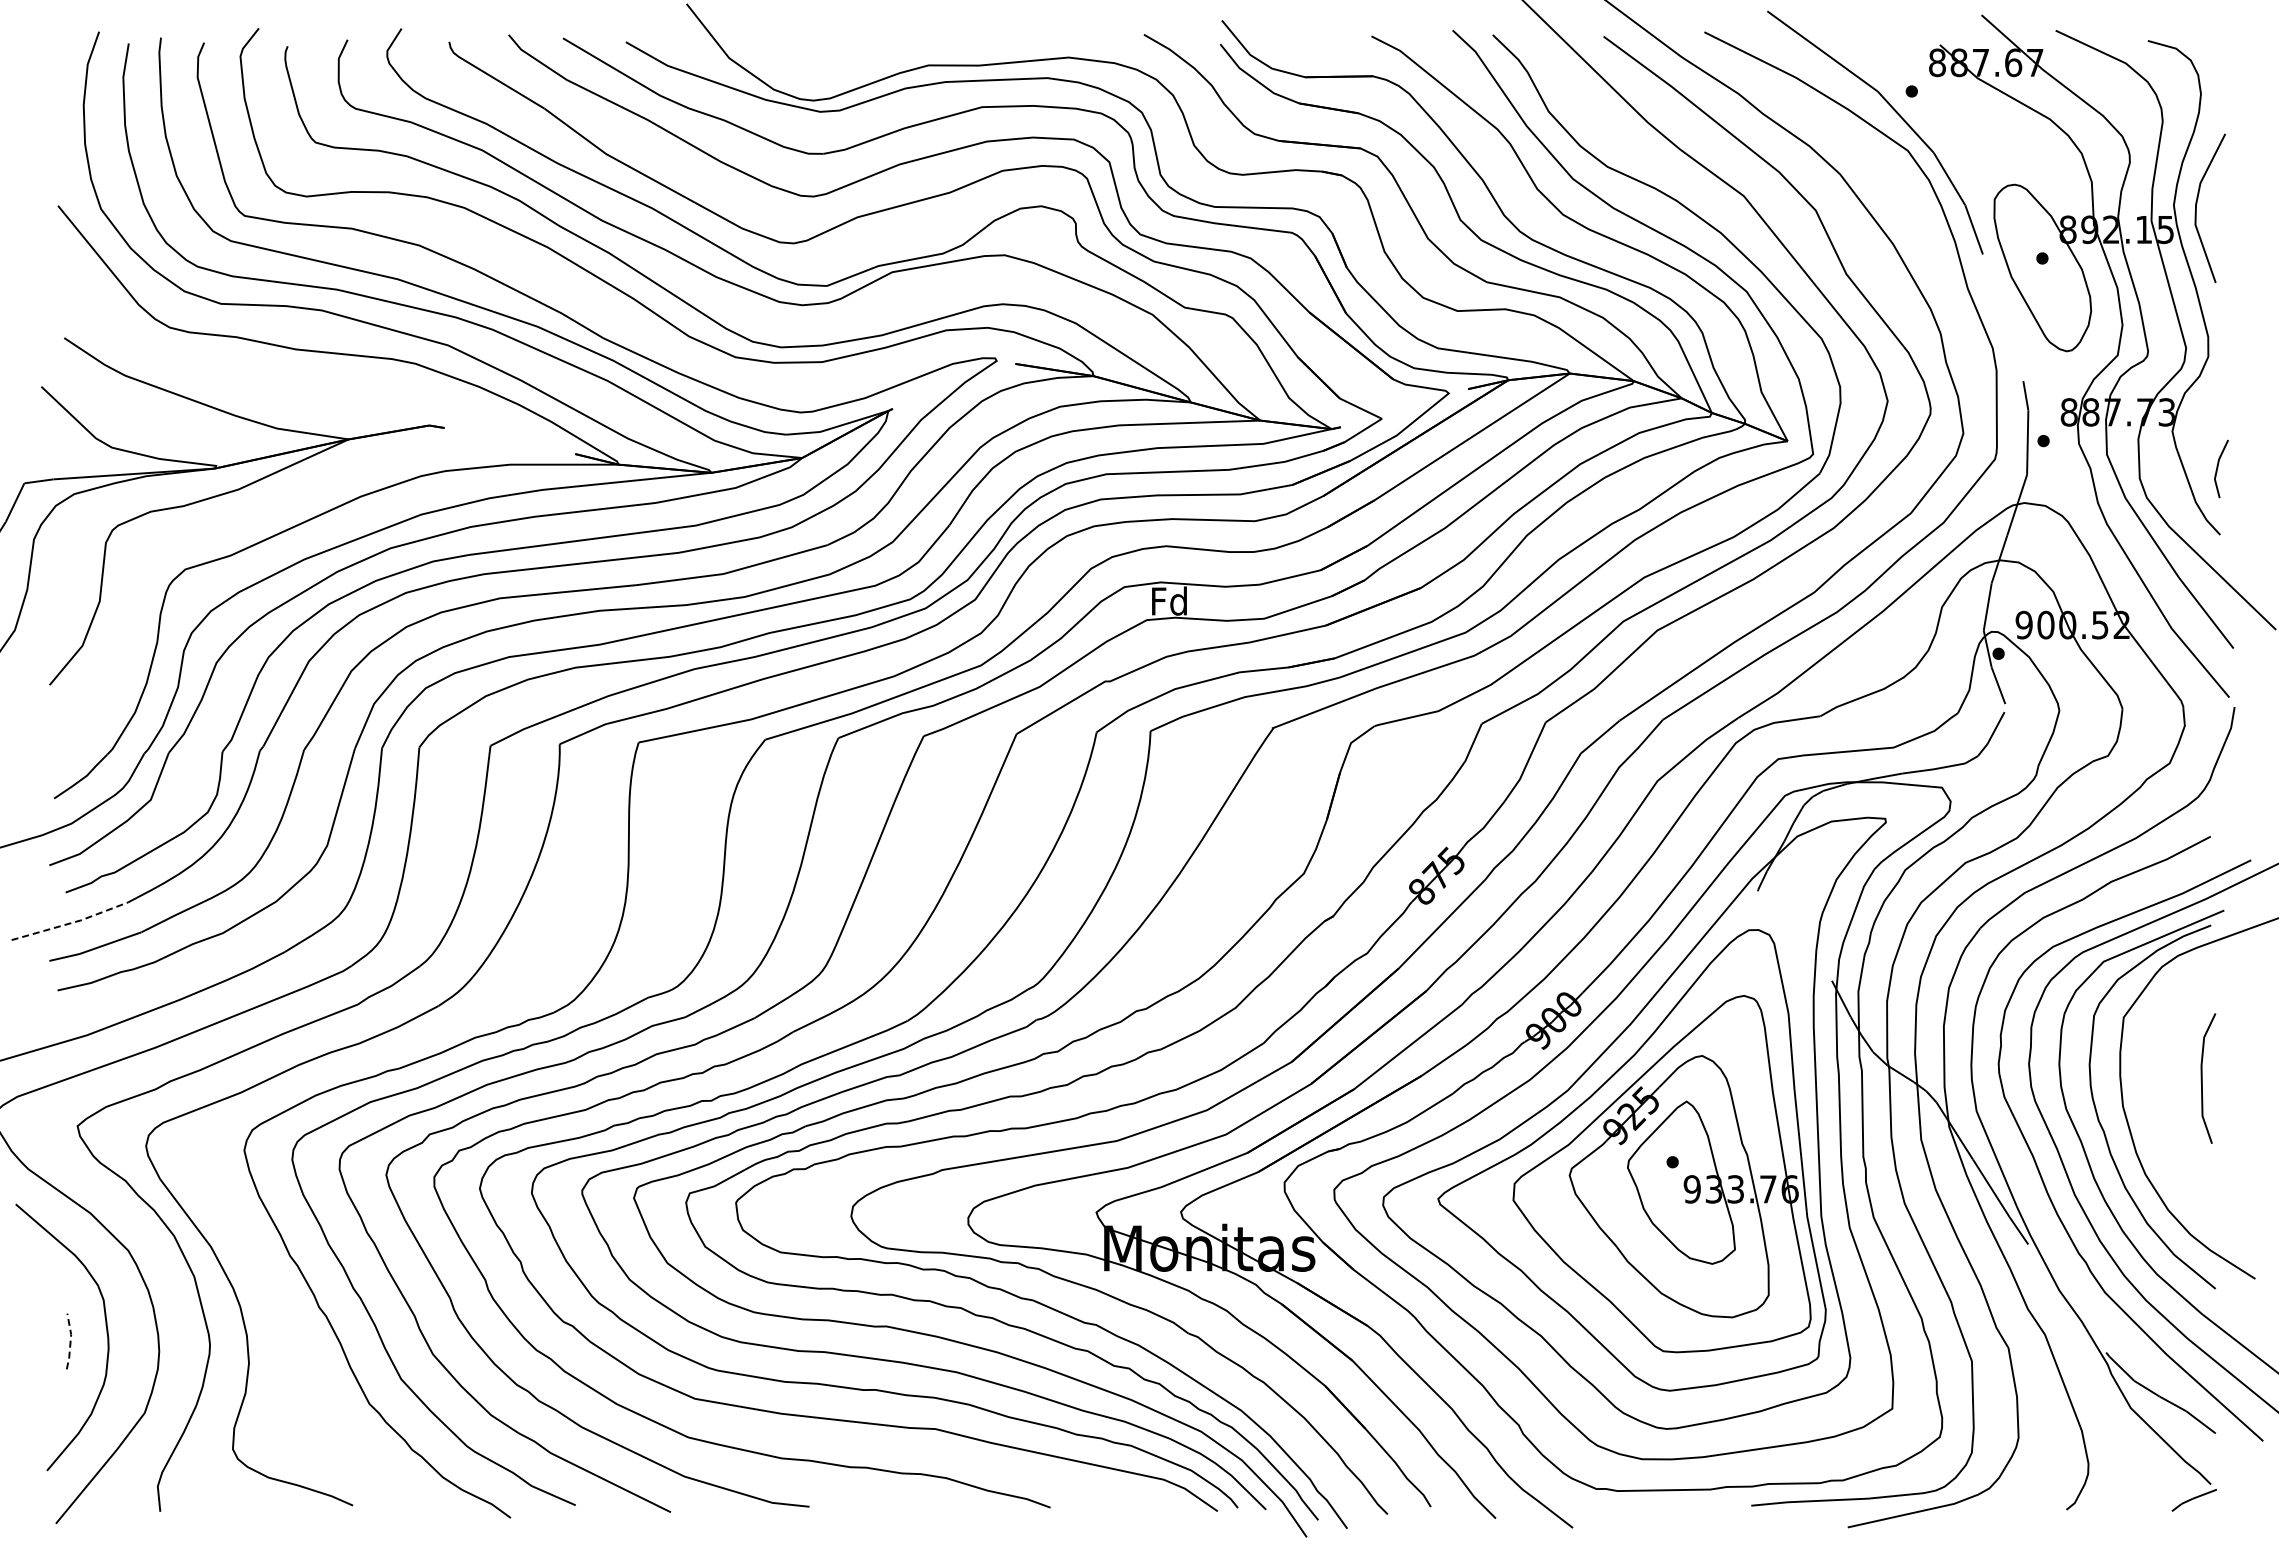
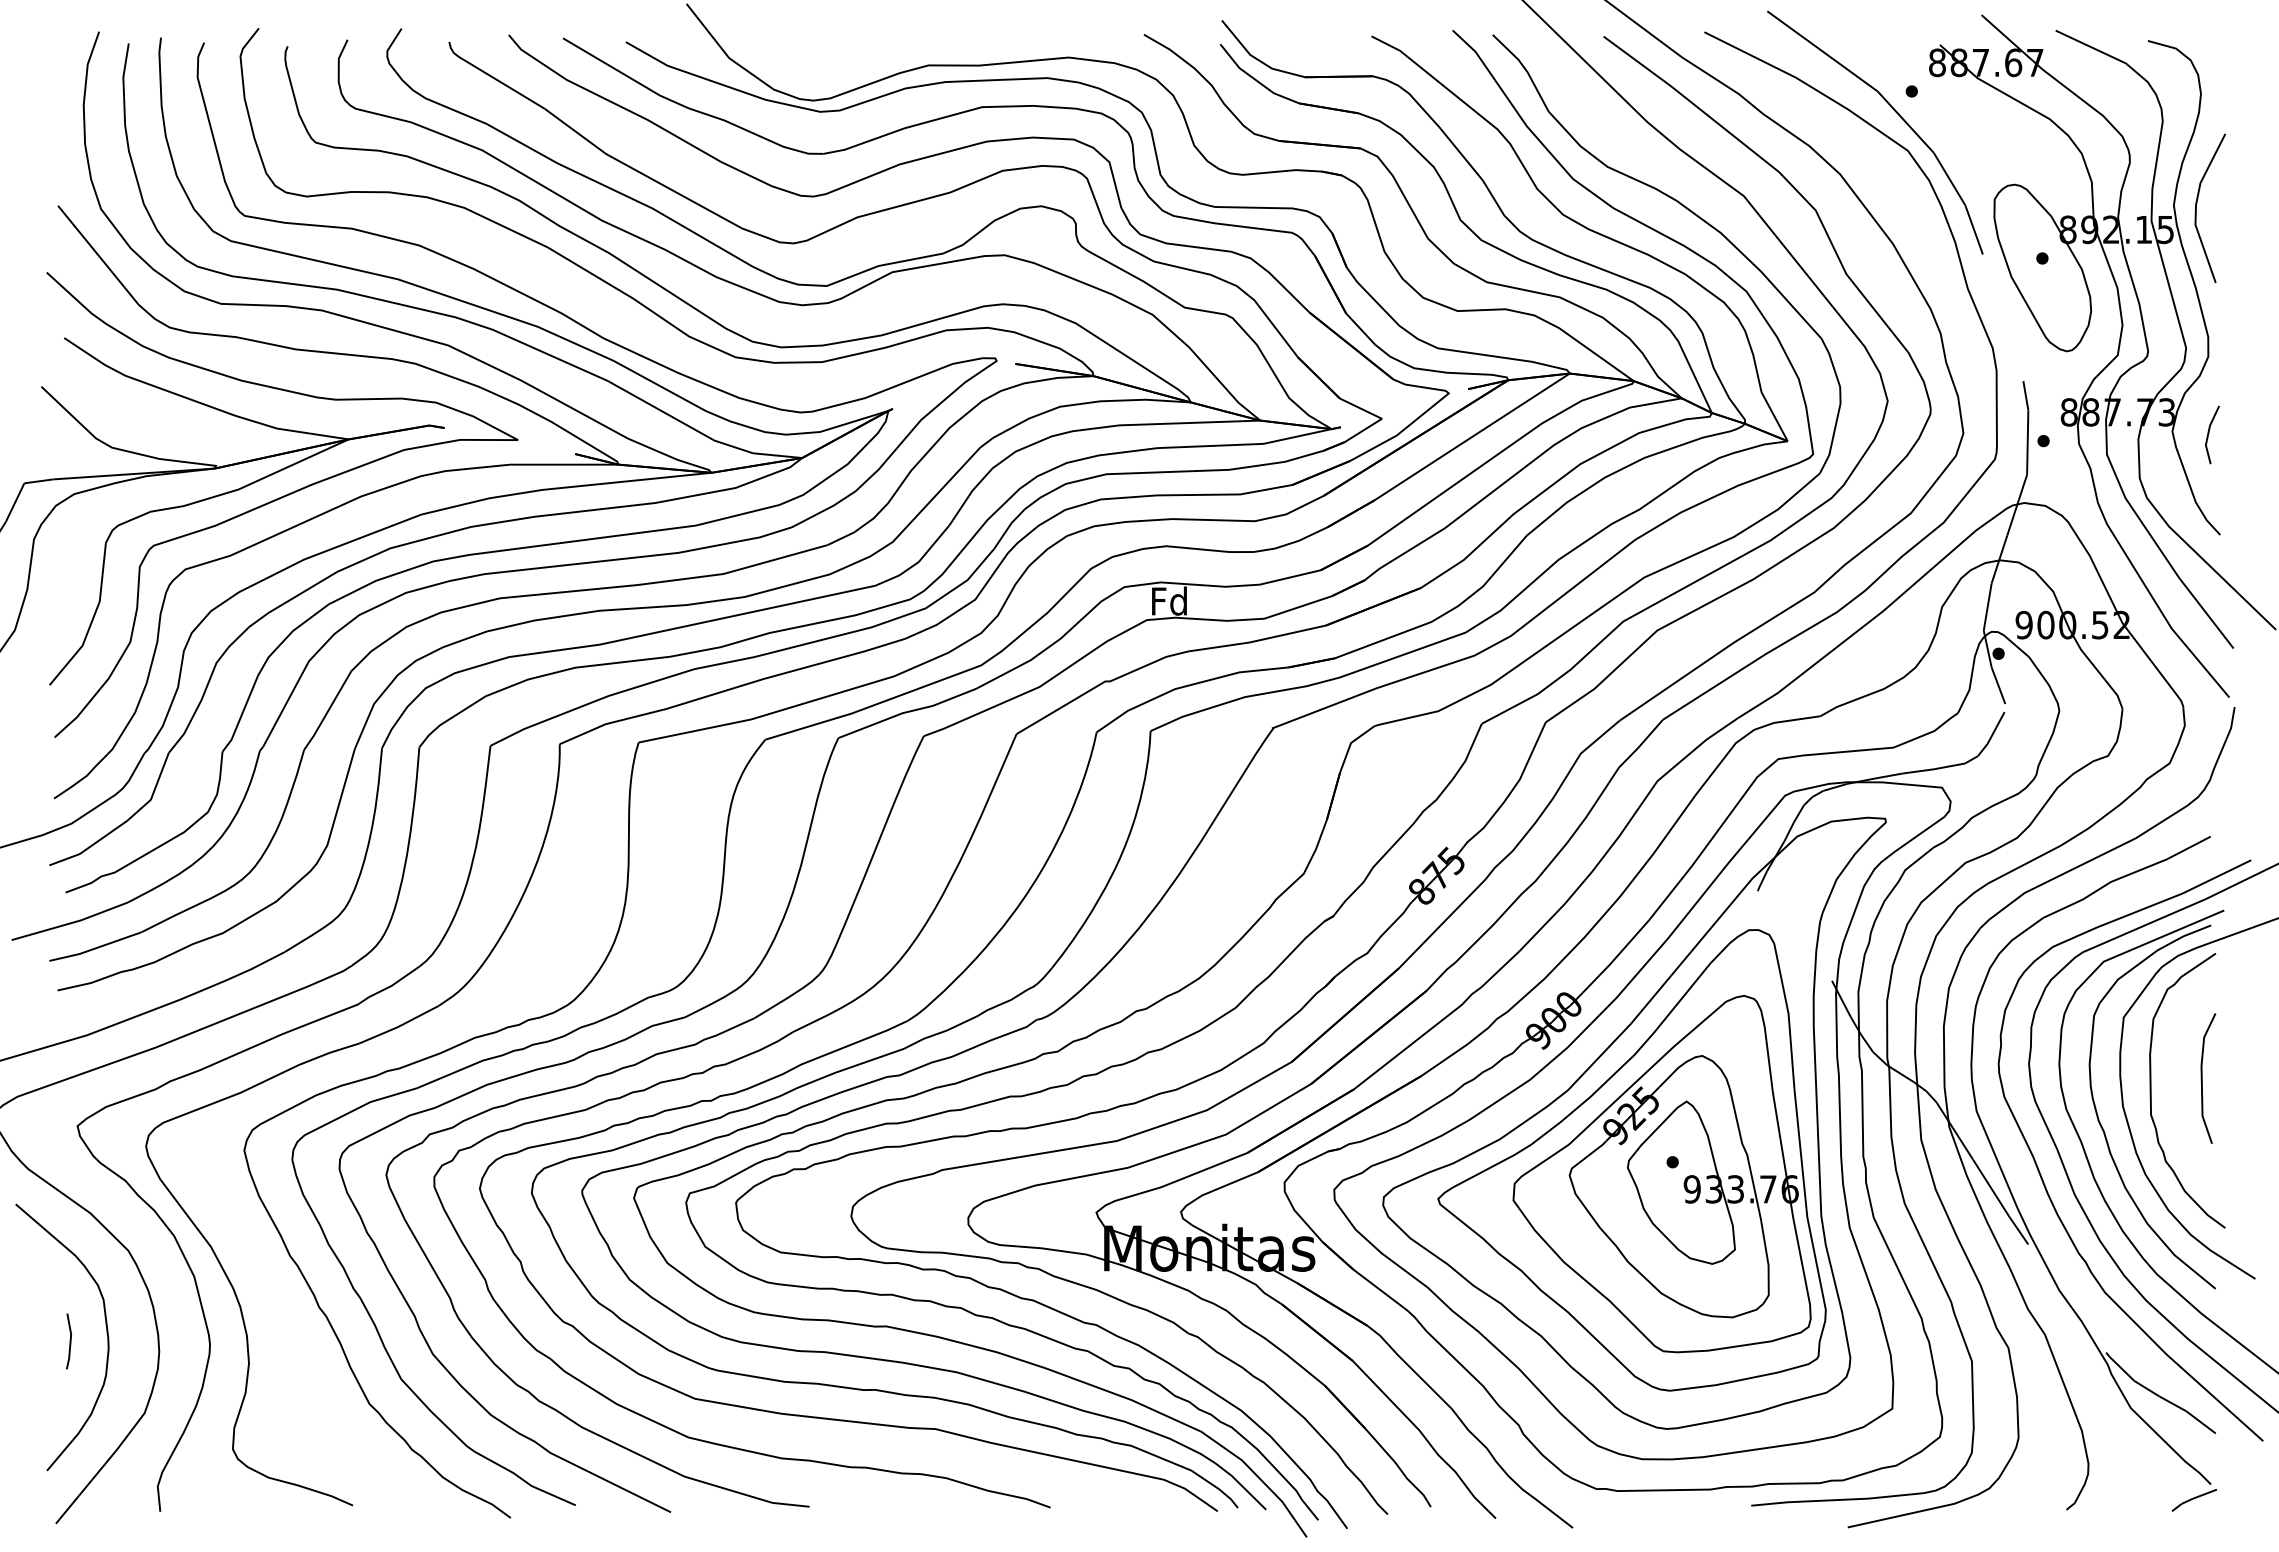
line at (2218, 468) position: (2218, 468) -> (2209, 434)
curve at (279, 499): none -> present
line at (71, 923): dashed -> solid
curve at (2151, 1090): none -> present
line at (70, 1341): dashed -> solid
